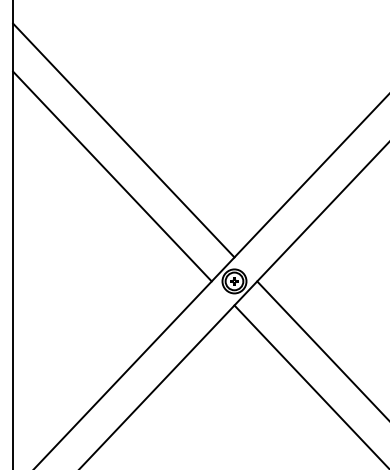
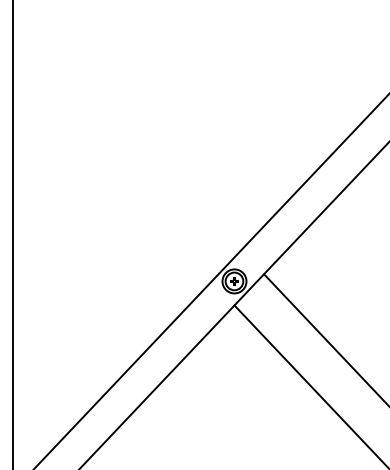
line at (123, 140): present -> none
line at (112, 176): present -> none
line at (321, 349) position: (321, 349) -> (325, 338)
